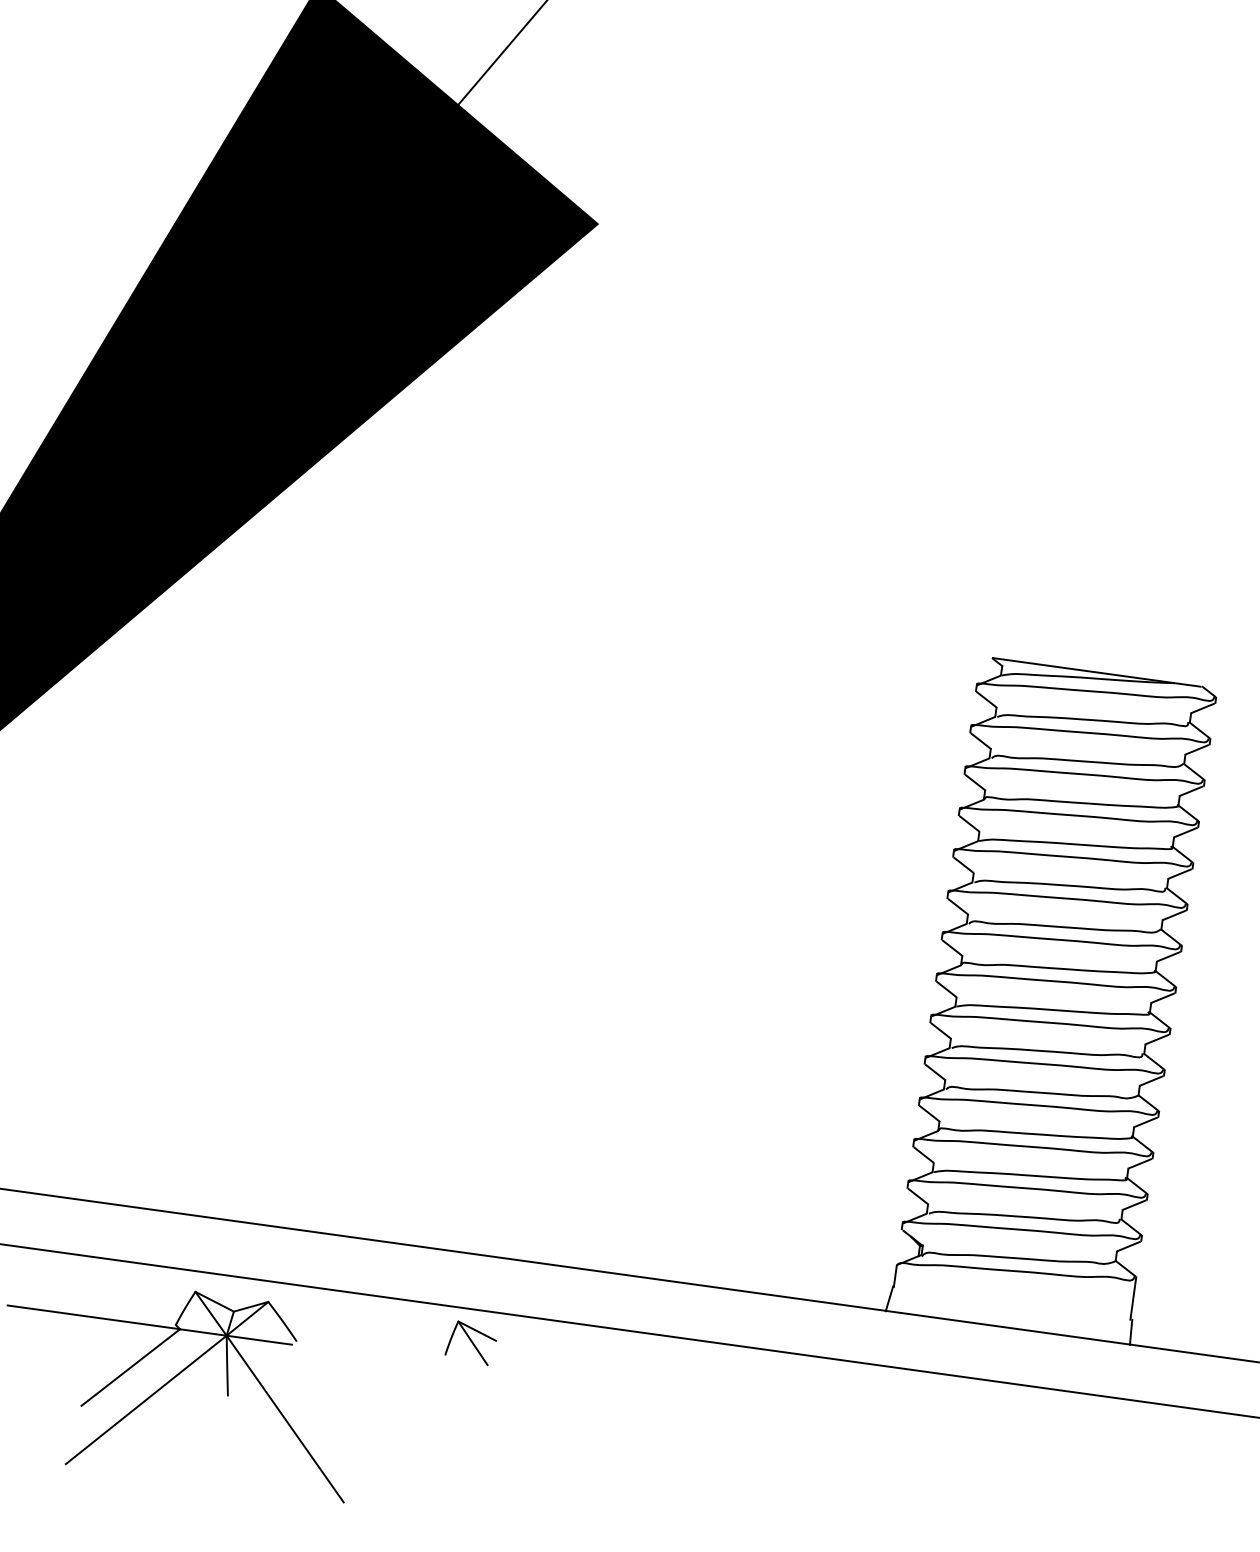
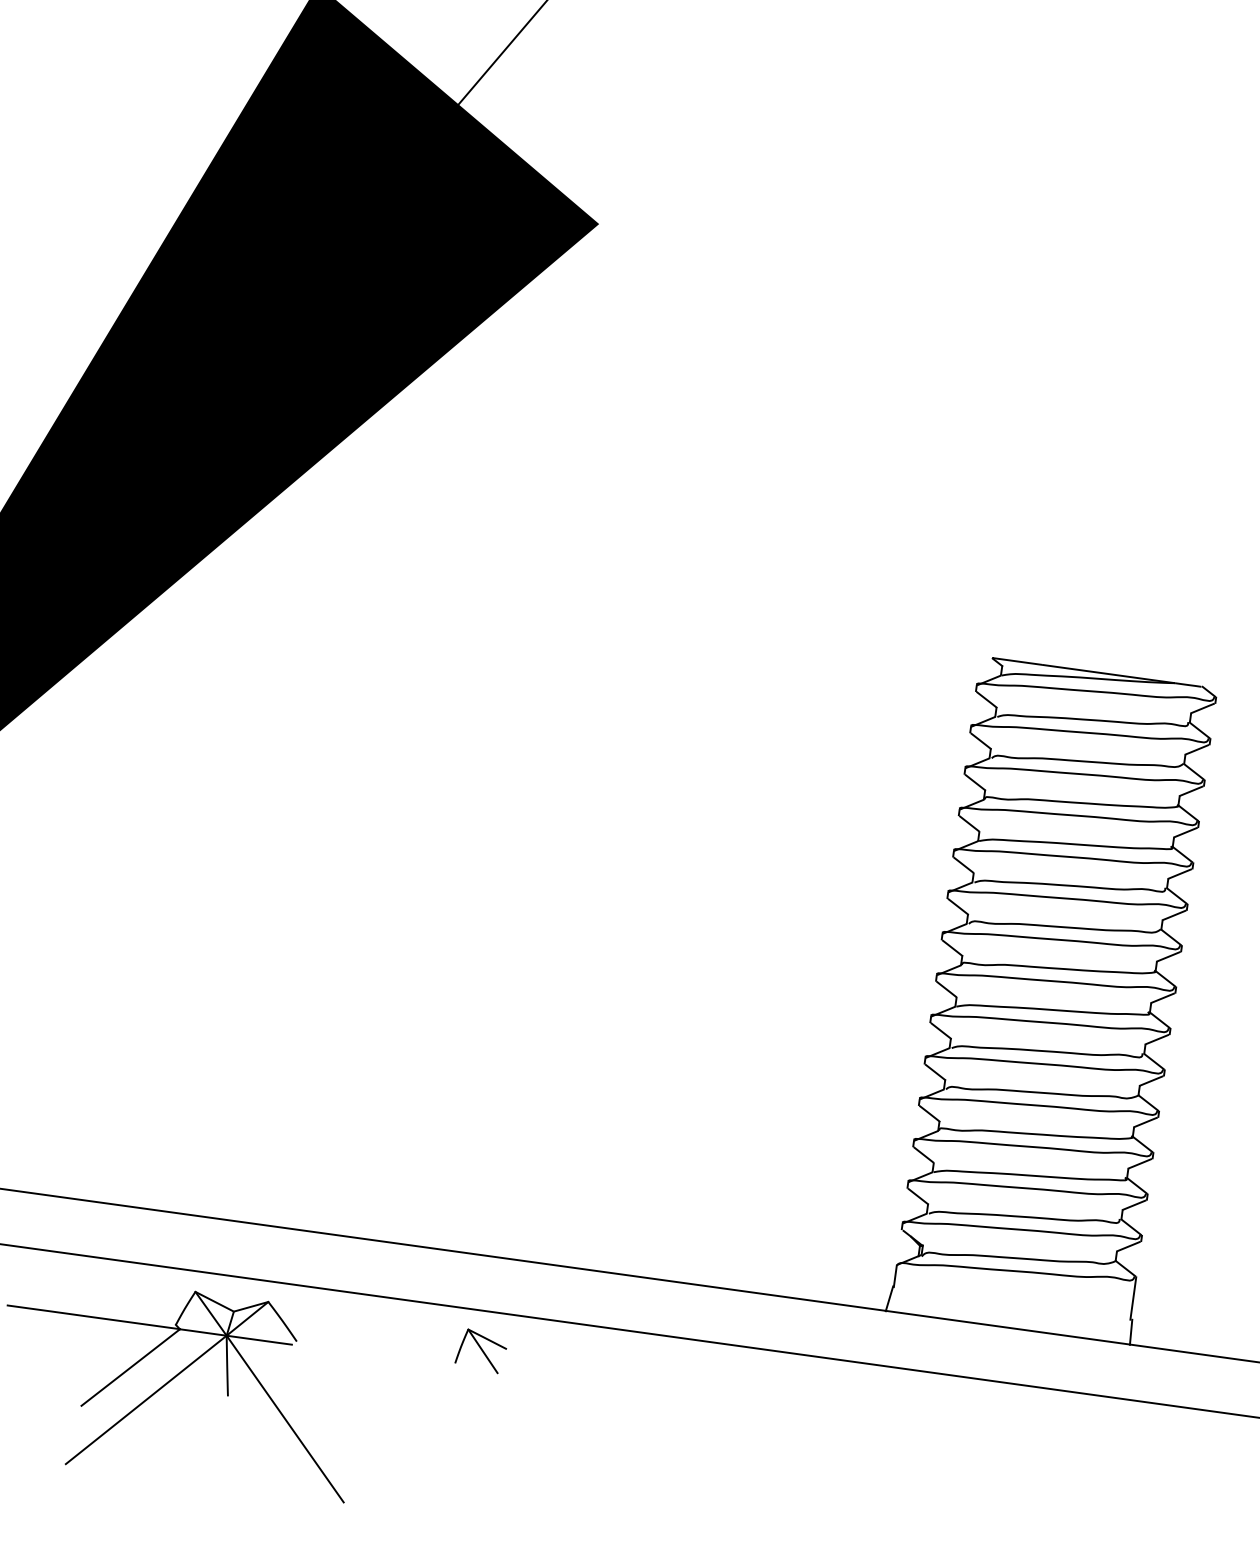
part at (470, 1343) position: (470, 1343) -> (480, 1351)
